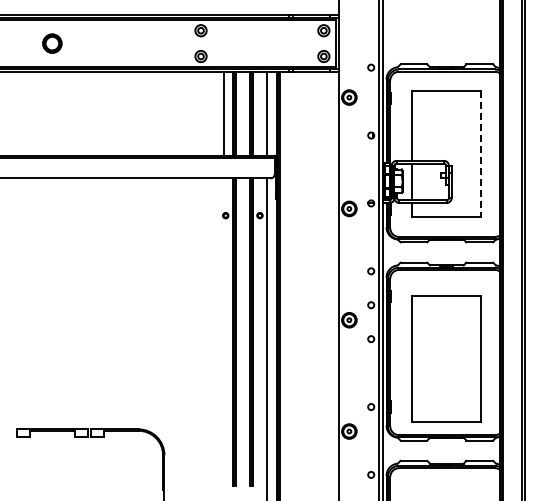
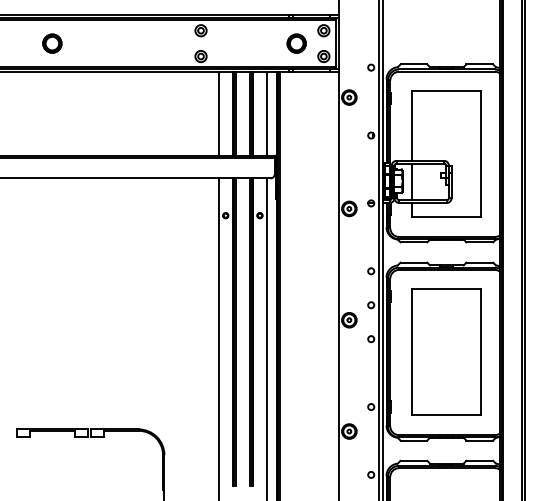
part at (296, 43): none -> present
line at (223, 113) position: (223, 113) -> (218, 113)
line at (481, 154): dashed -> solid
line at (218, 337): none -> present
part at (446, 358) position: (446, 358) -> (446, 351)
